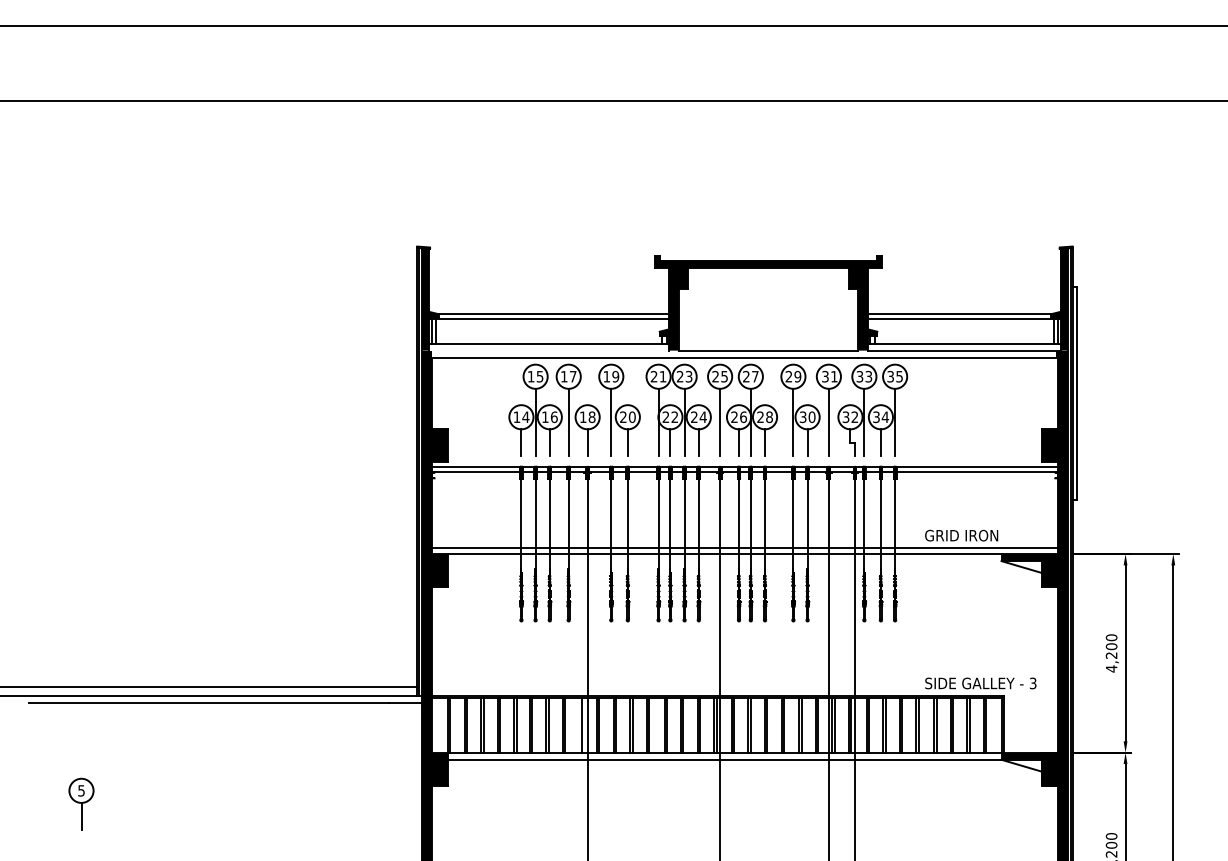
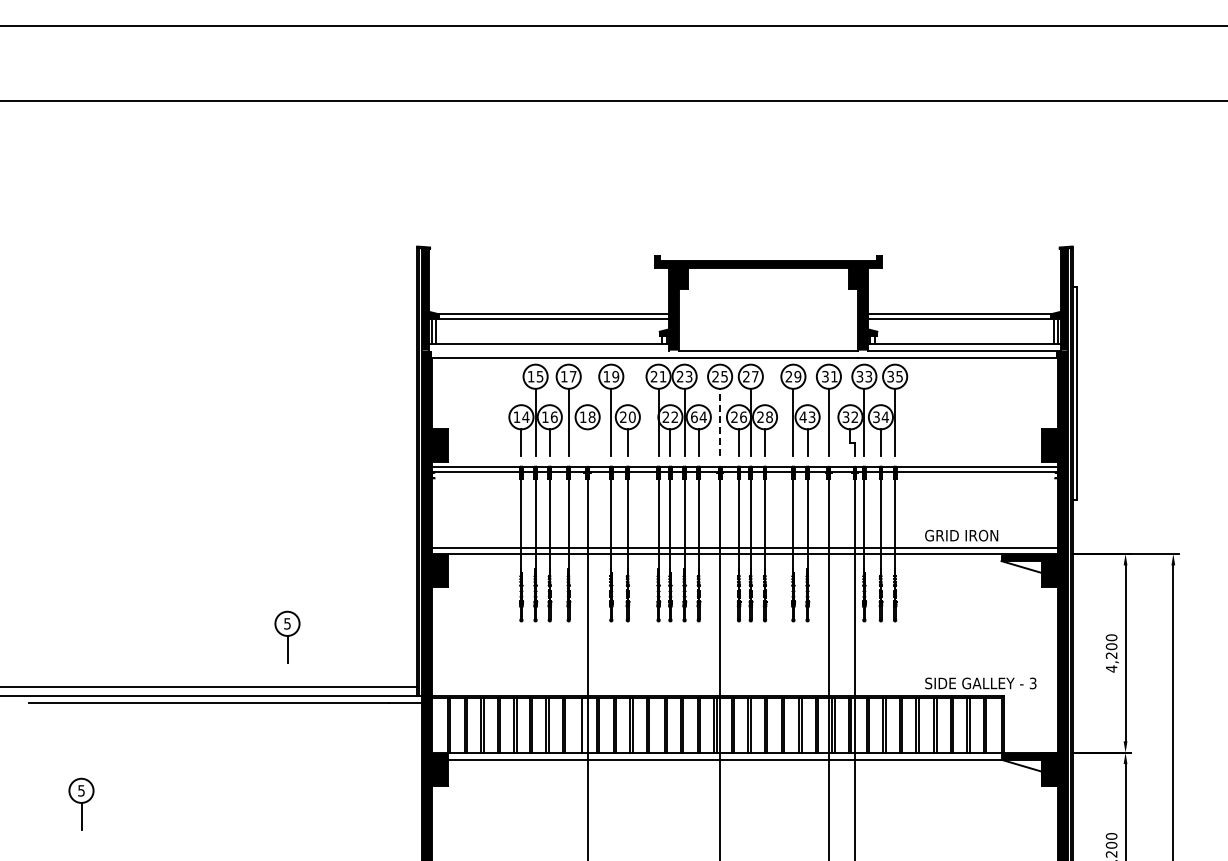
text at (694, 417): 24 -> 64
text at (807, 417): 30 -> 43
line at (720, 422): solid -> dashed
line at (587, 442): present -> none
part at (287, 636): none -> present
